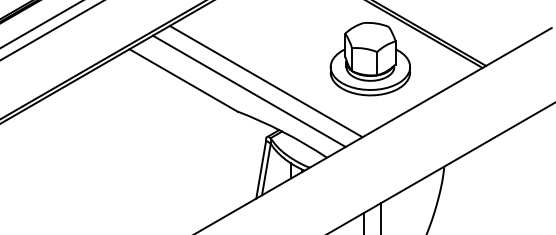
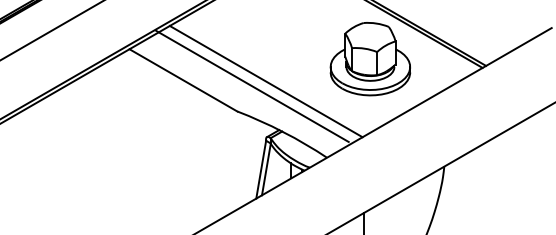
line at (41, 24): present -> none
line at (248, 90) position: (248, 90) -> (251, 85)
line at (381, 216): present -> none
